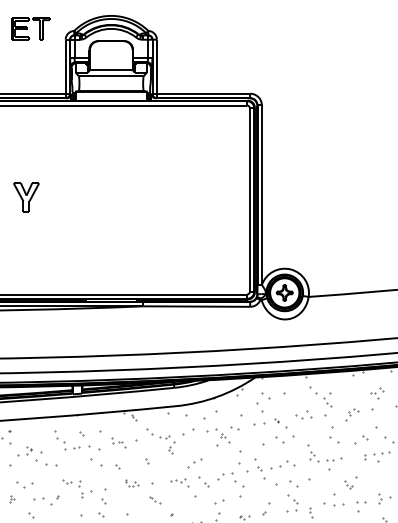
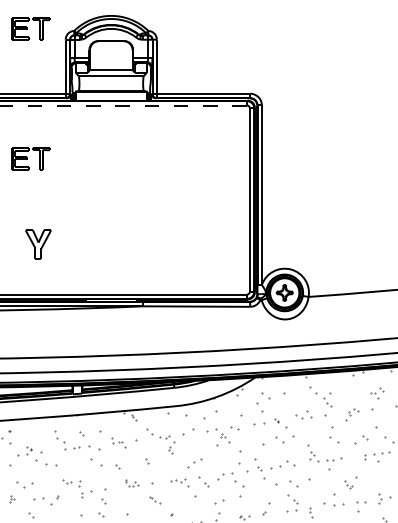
line at (123, 105): solid -> dashed
part at (30, 158): none -> present
part at (26, 197) position: (26, 197) -> (38, 244)
